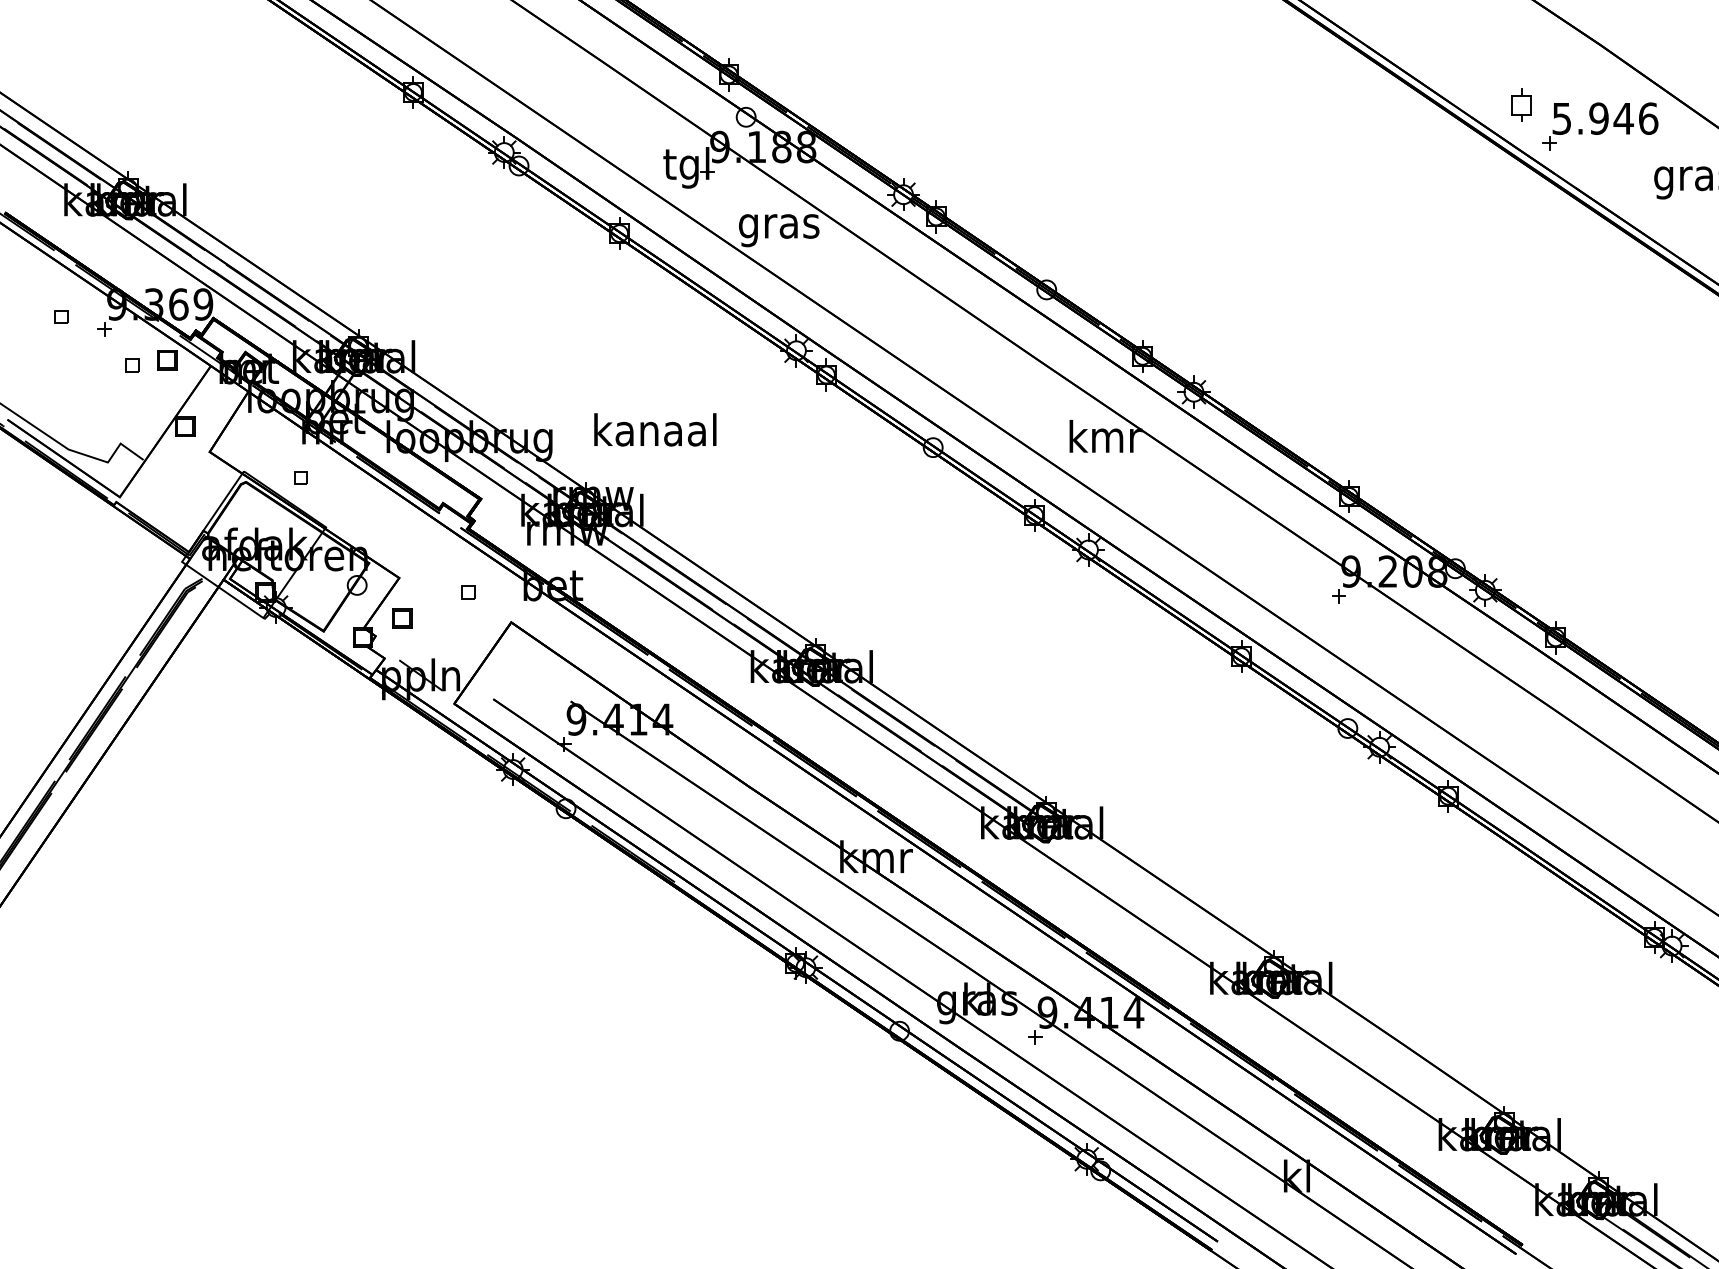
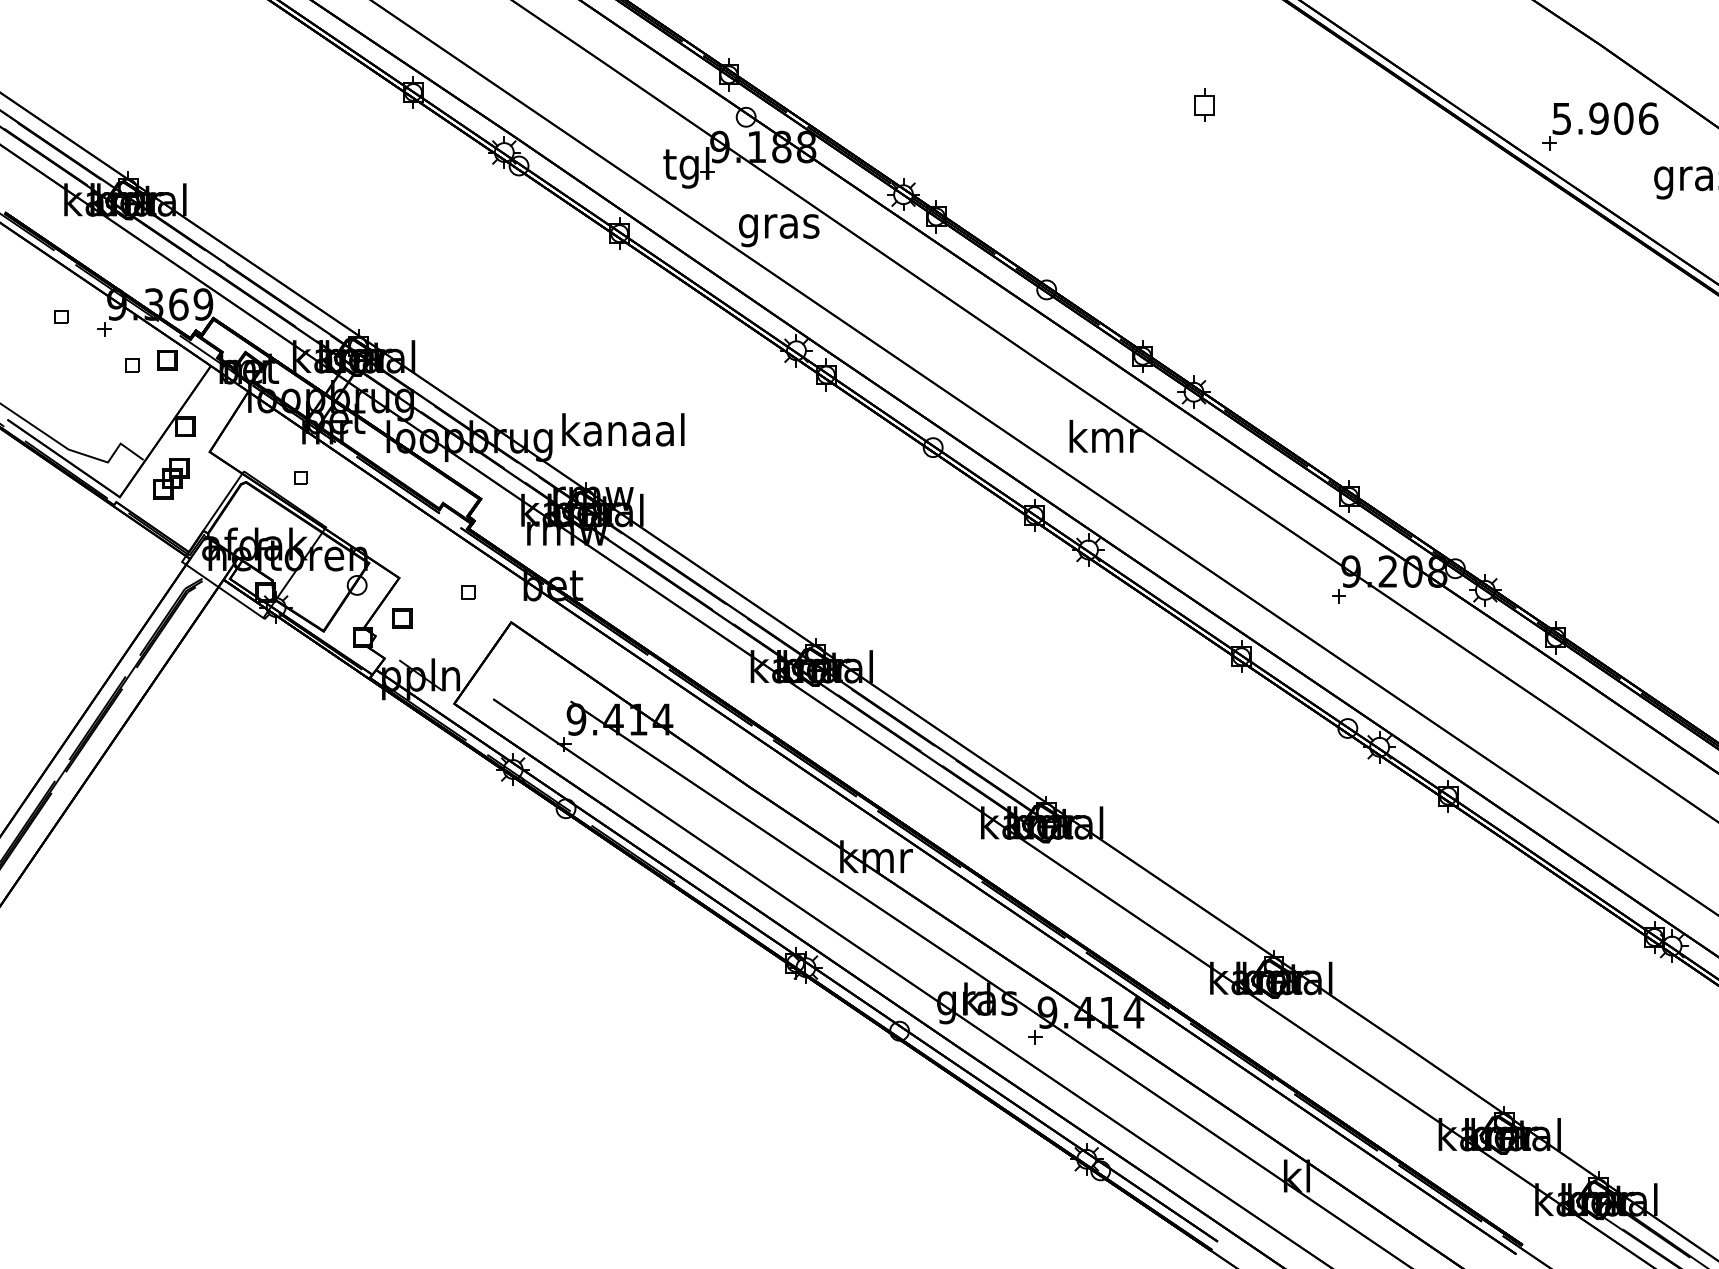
part at (1521, 104) position: (1521, 104) -> (1204, 104)
text at (1623, 118): 5.946 -> 5.906
text at (655, 429) position: (655, 429) -> (623, 429)
part at (171, 478): none -> present
